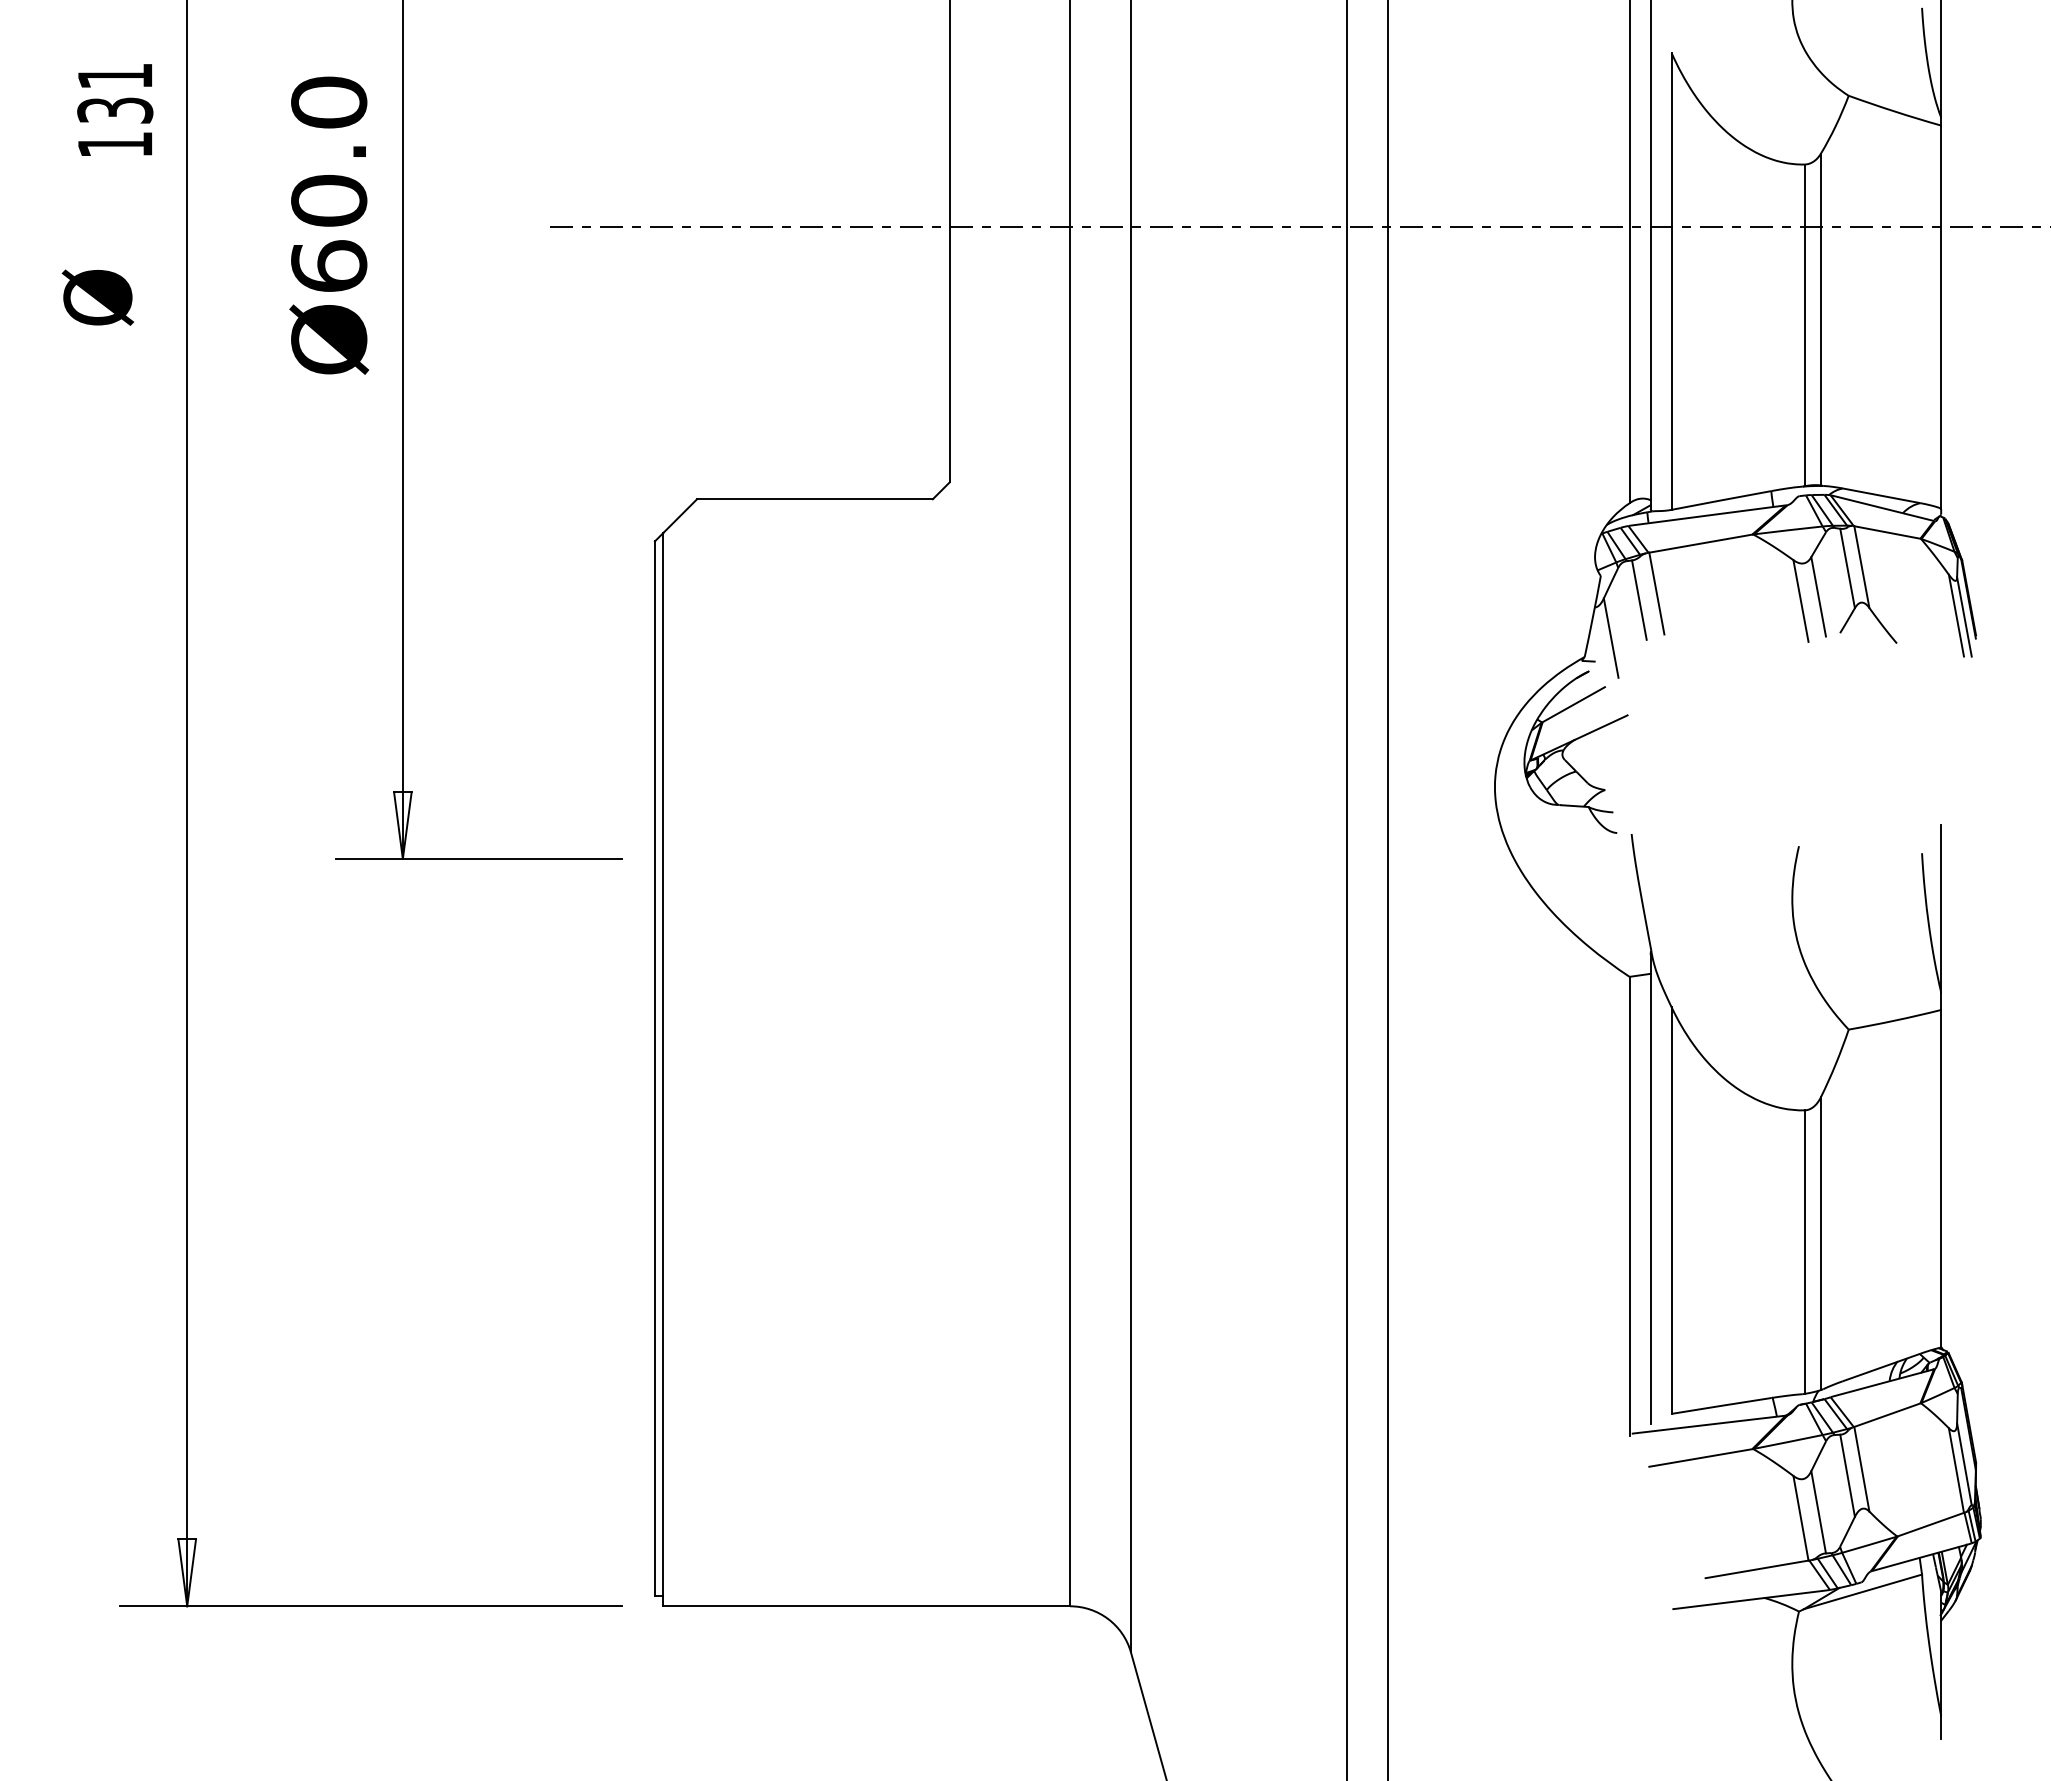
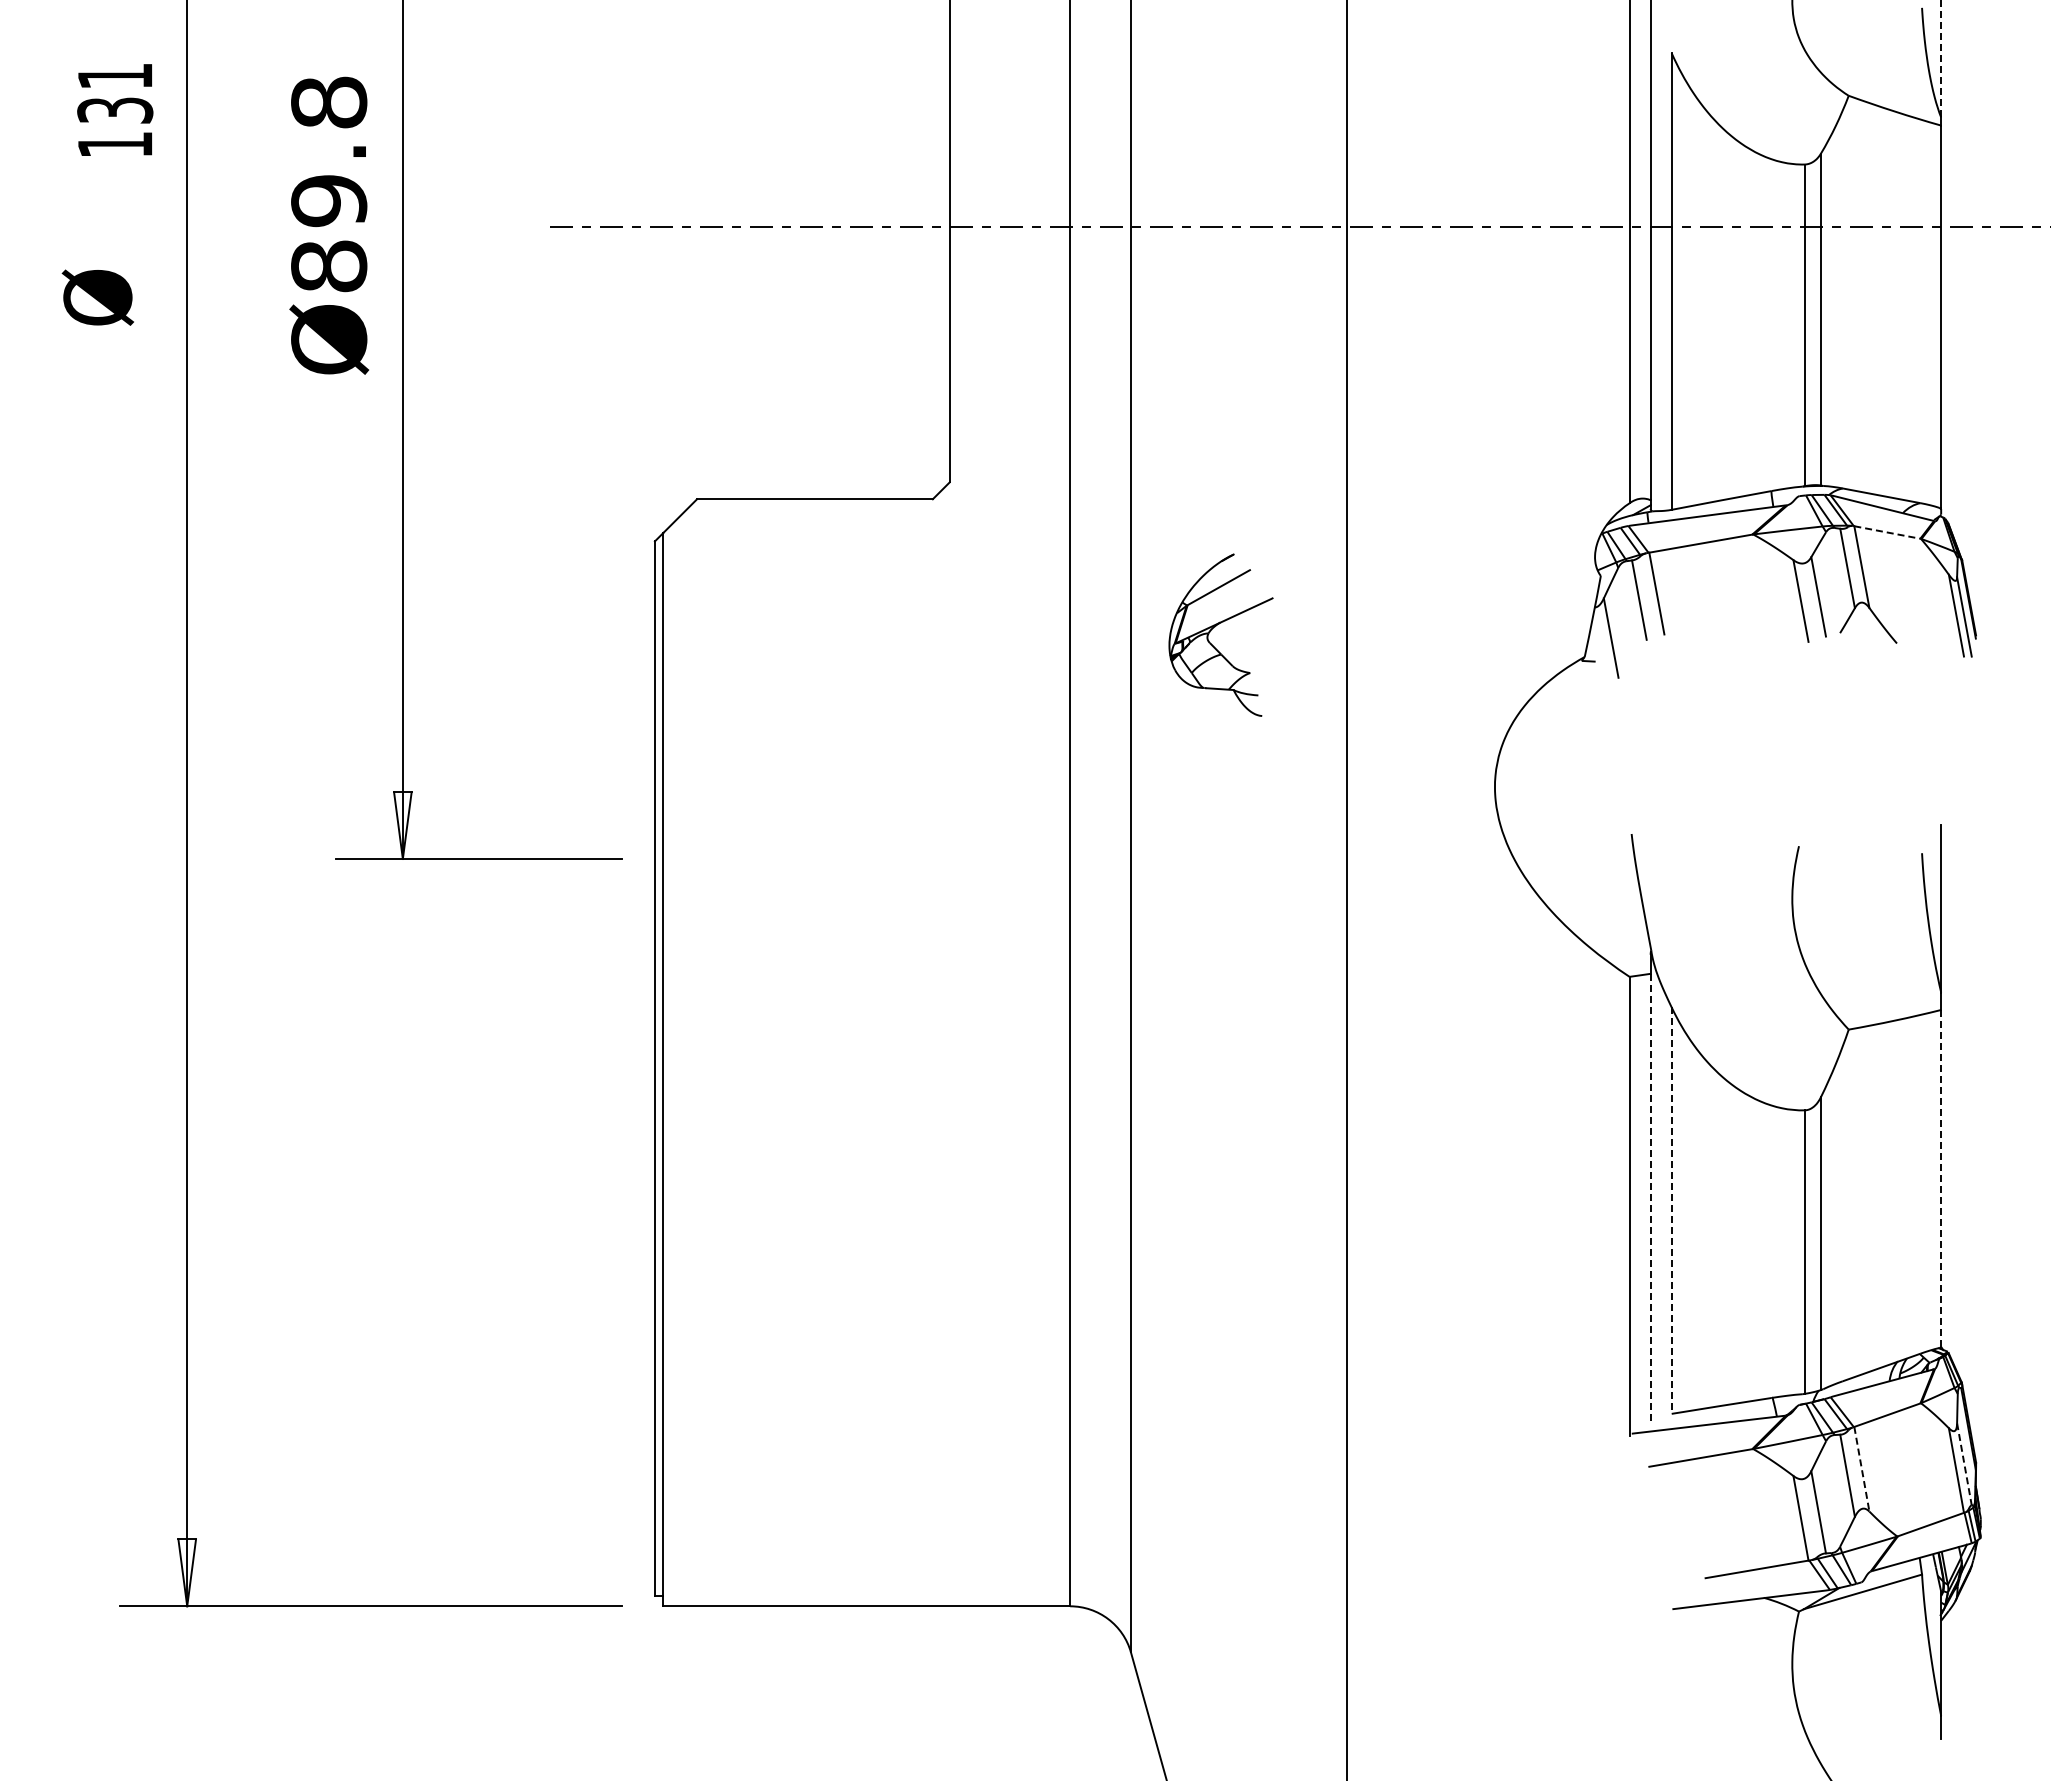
line at (1941, 58): solid -> dashed
text at (329, 184): Ø60.0 -> Ø89.8
line at (1887, 532): solid -> dashed
part at (1570, 744) position: (1570, 744) -> (1215, 627)
line at (1387, 889): present -> none
line at (1941, 1178): solid -> dashed
line at (1650, 1199): solid -> dashed
line at (1671, 1211): solid -> dashed
line at (1964, 1464): solid -> dashed
line at (1861, 1469): solid -> dashed
